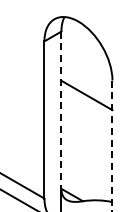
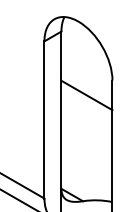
line at (61, 110): dashed -> solid
line at (112, 146): dashed -> solid
